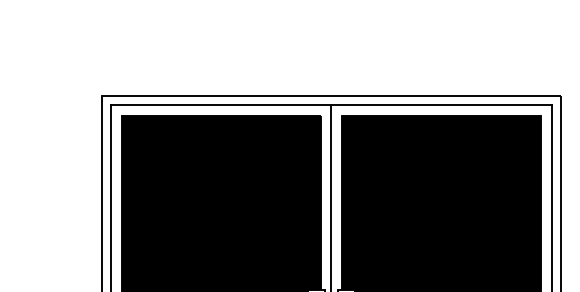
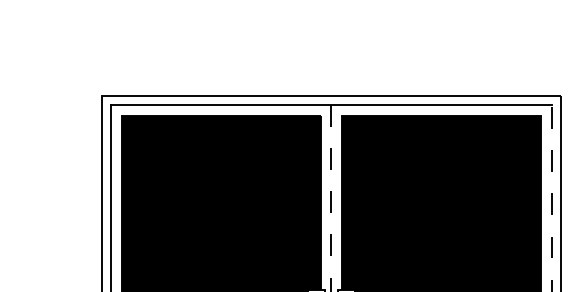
line at (551, 197): solid -> dashed
line at (331, 198): solid -> dashed
